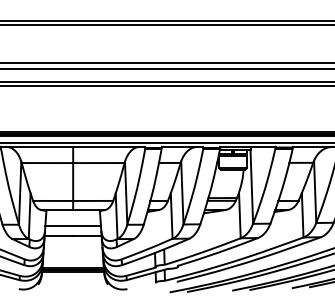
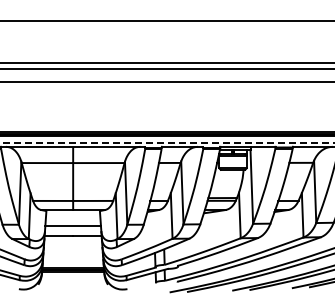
line at (166, 24): present -> none
line at (166, 85): present -> none
line at (167, 142): solid -> dashed
